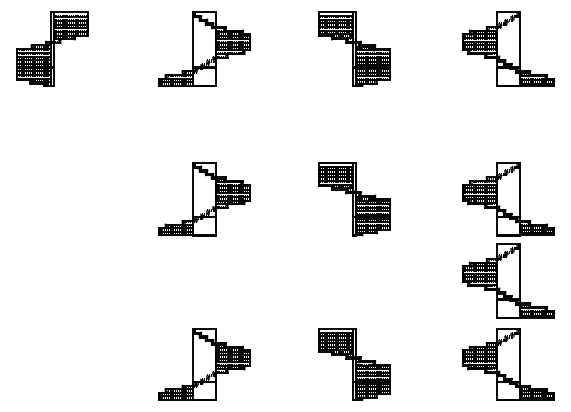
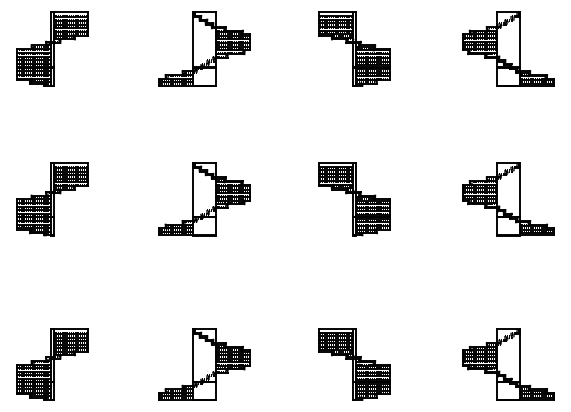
part at (52, 199): none -> present
part at (508, 280): present -> none
part at (52, 364): none -> present
